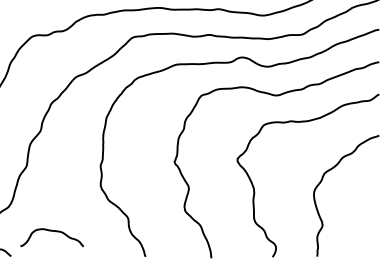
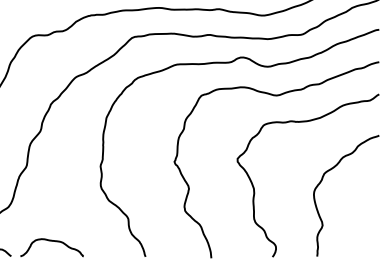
curve at (51, 231) position: (51, 231) -> (51, 241)
